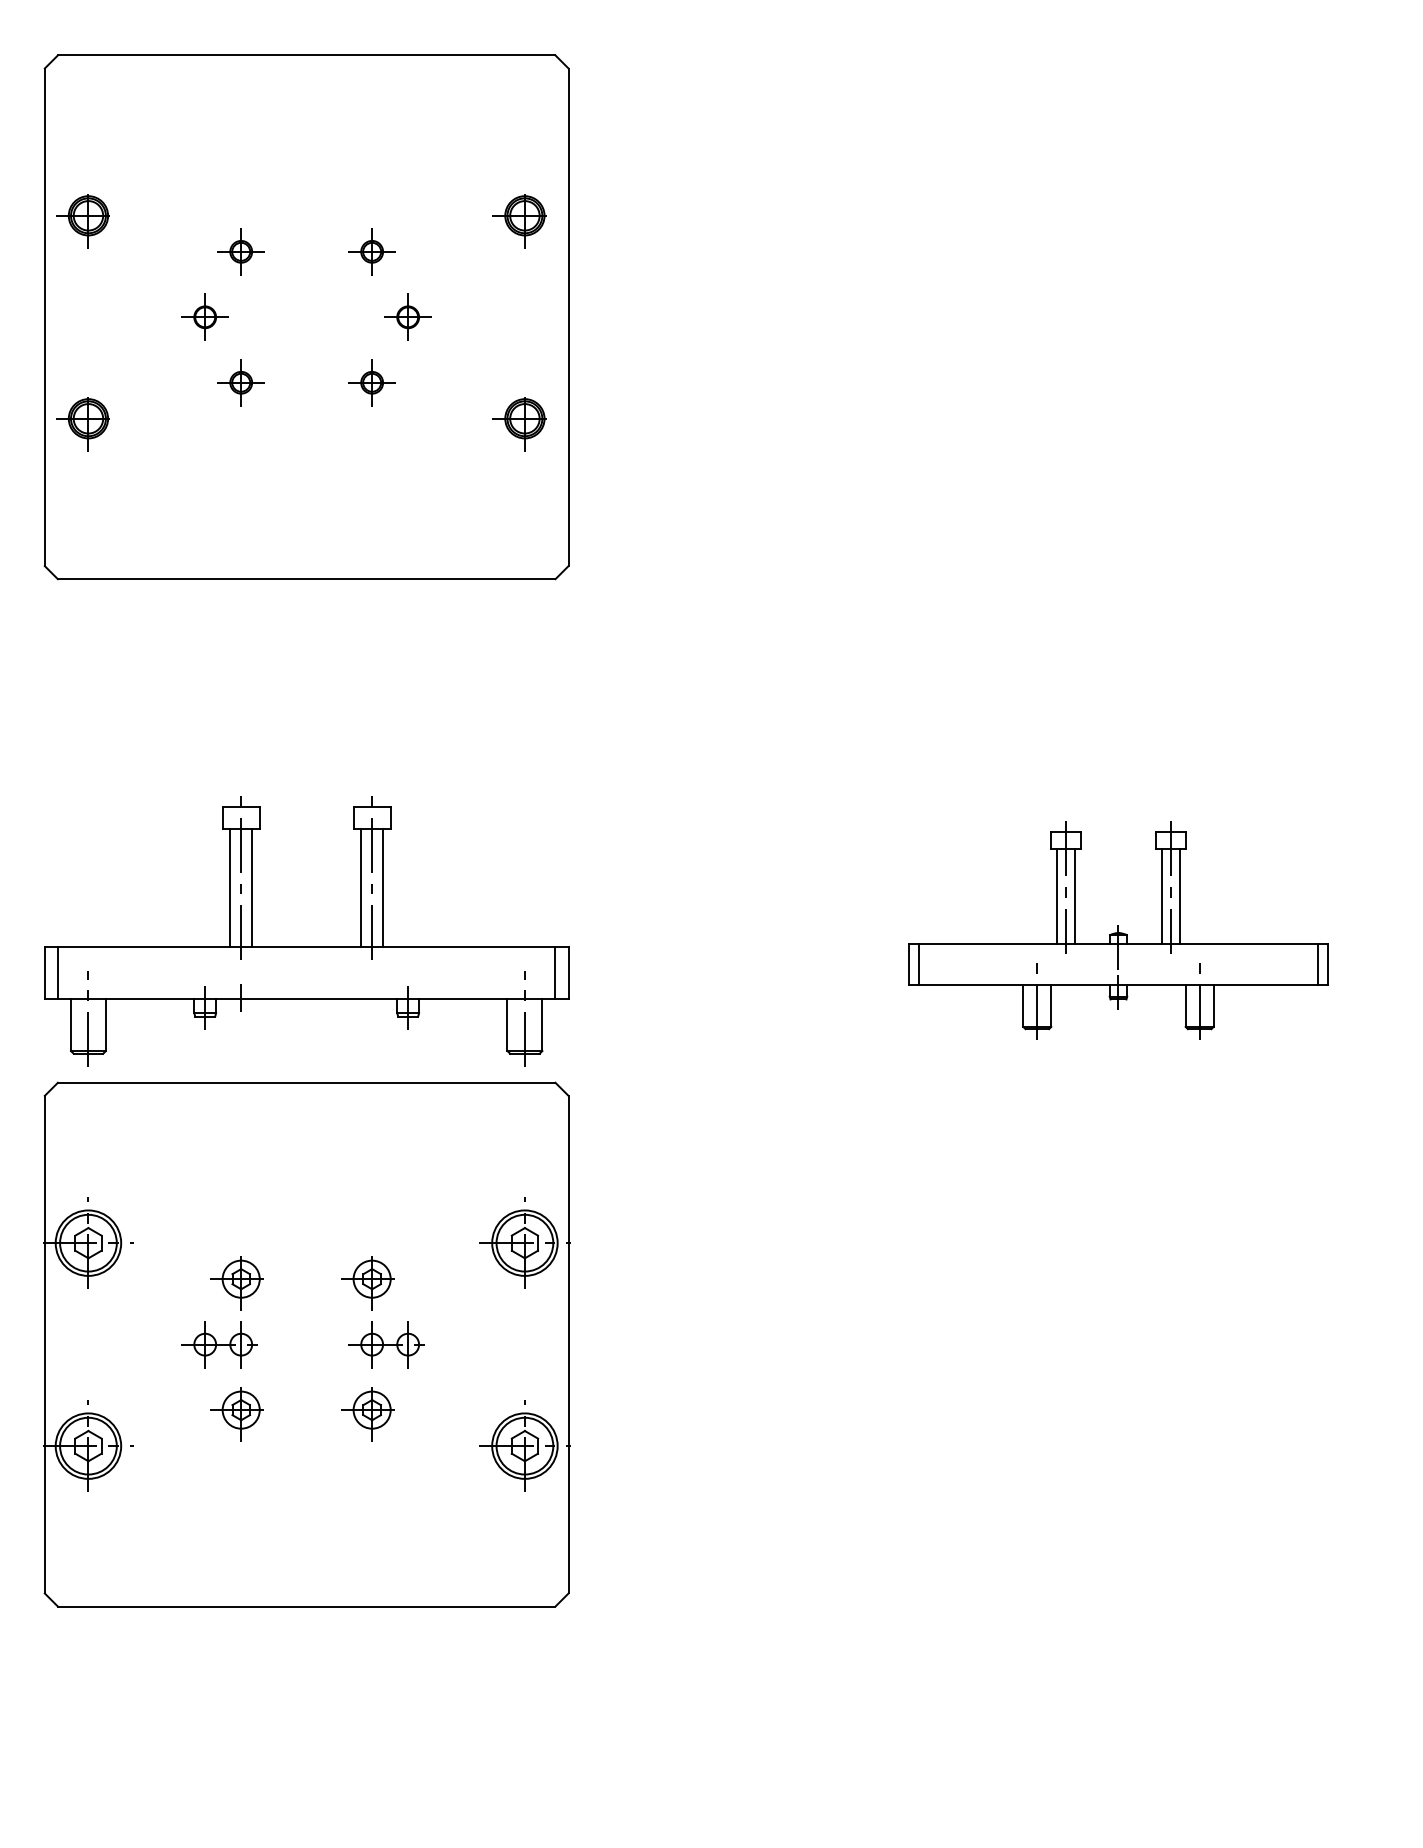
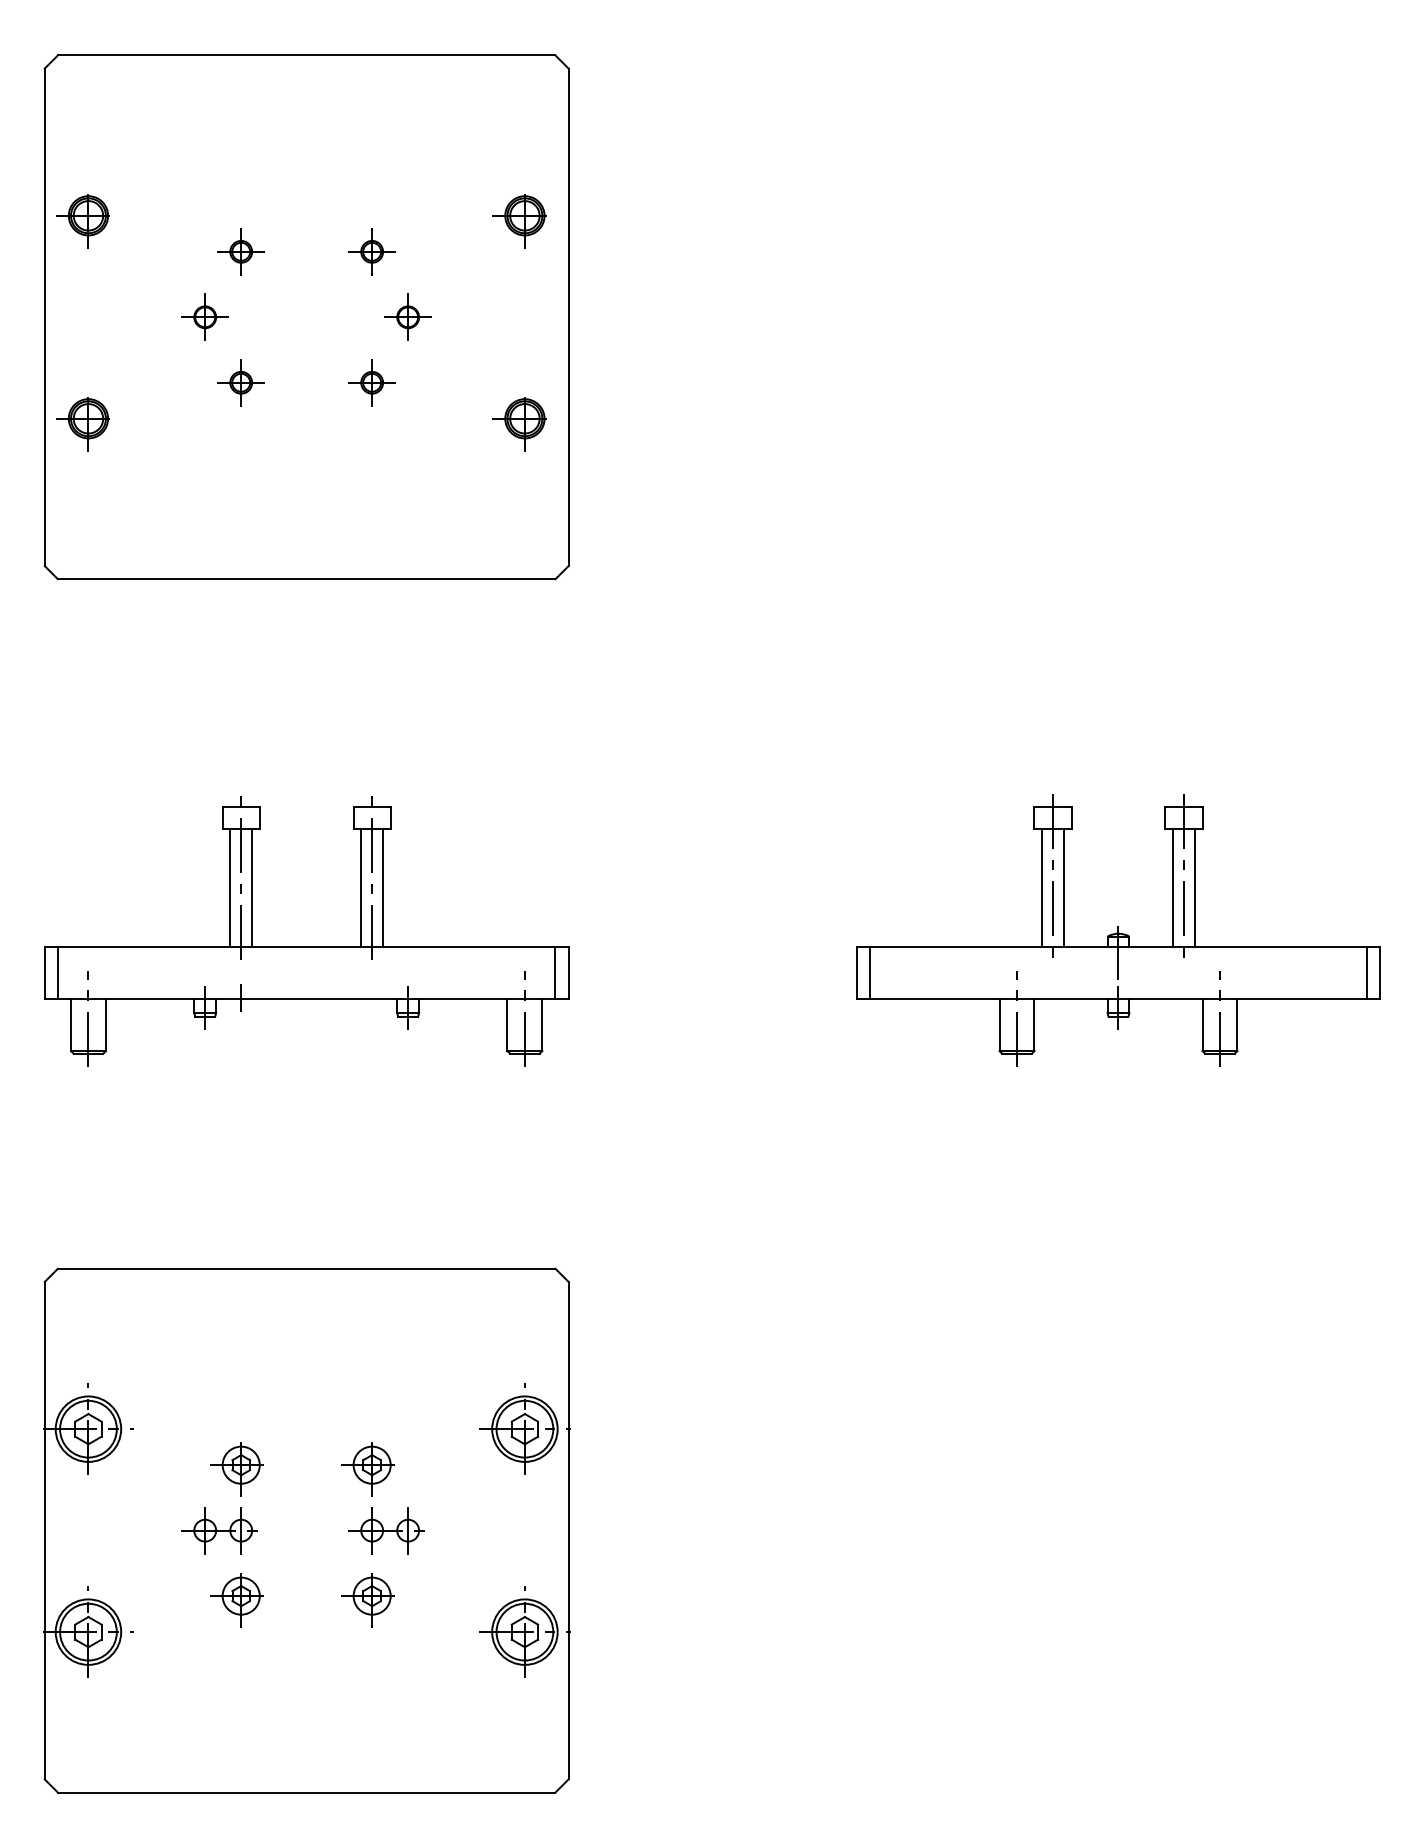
part at (1118, 930) size: 421x219 px -> 525x273 px
part at (306, 1344) position: (306, 1344) -> (306, 1530)
